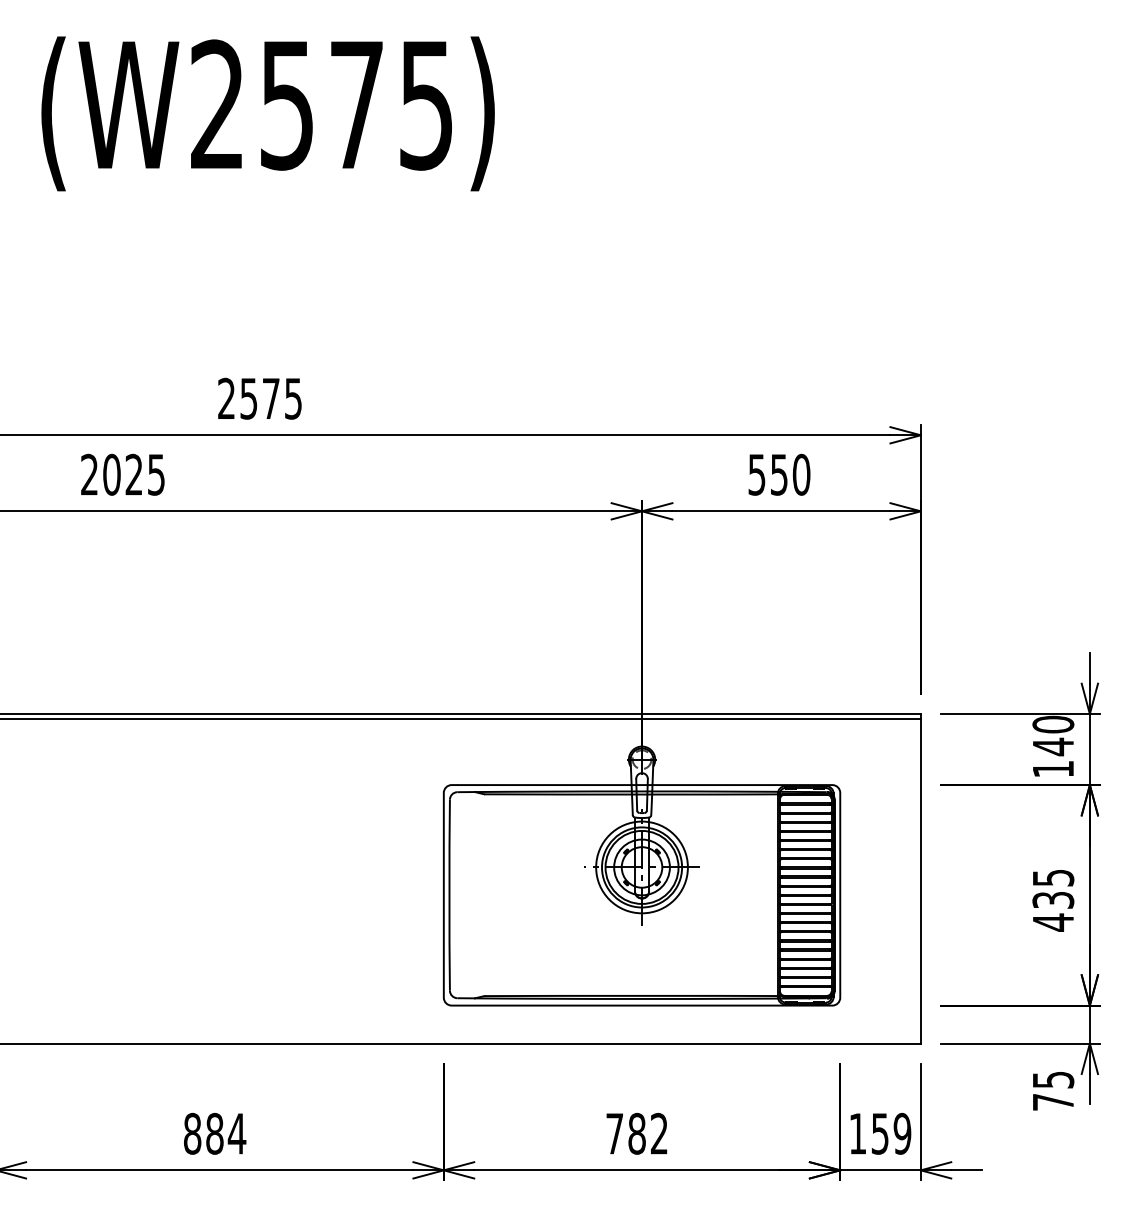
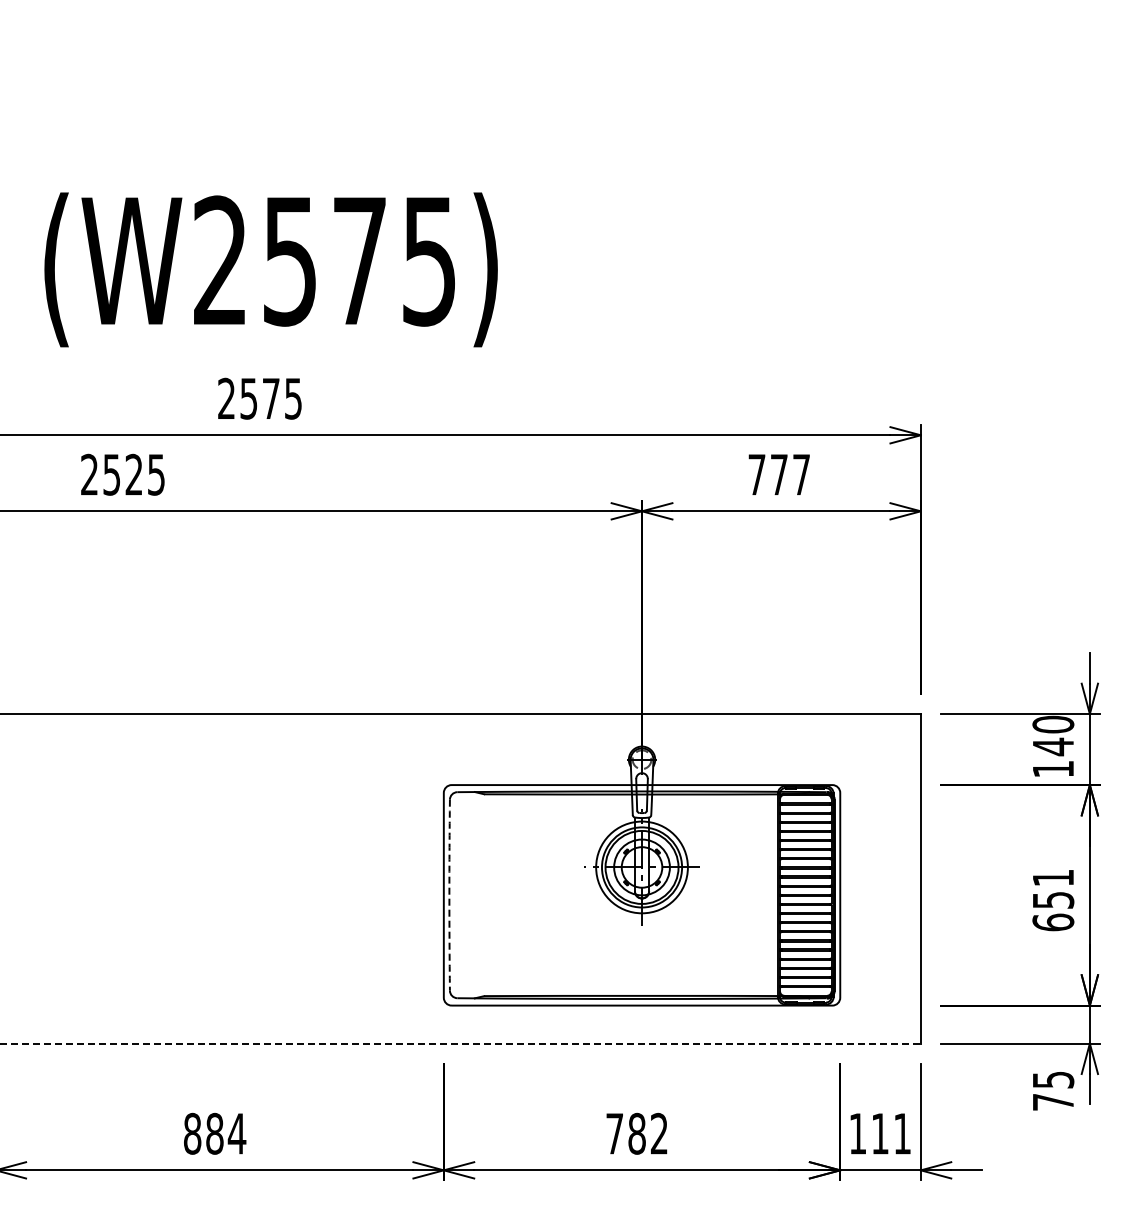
text at (267, 113) position: (267, 113) -> (270, 269)
text at (111, 474): 2025 -> 2525
text at (779, 474): 550 -> 777
line at (461, 719): present -> none
arc at (449, 895): solid -> dashed
text at (1053, 900): 435 -> 651
line at (461, 1043): solid -> dashed
text at (891, 1133): 159 -> 111
